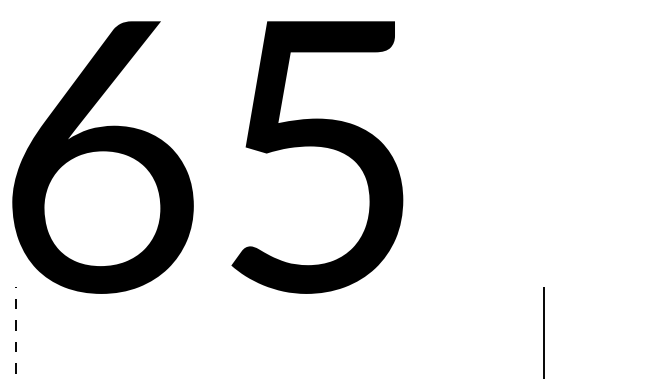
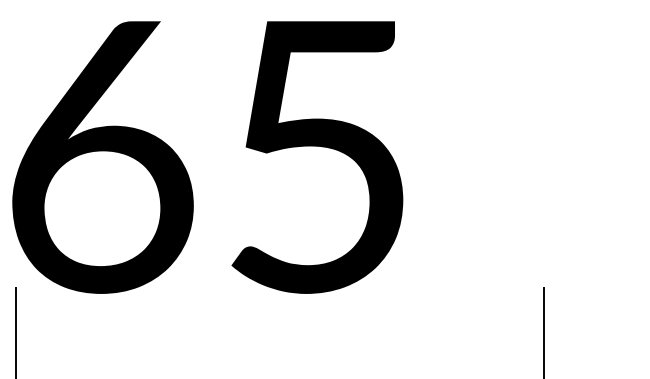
line at (16, 332): dashed -> solid
